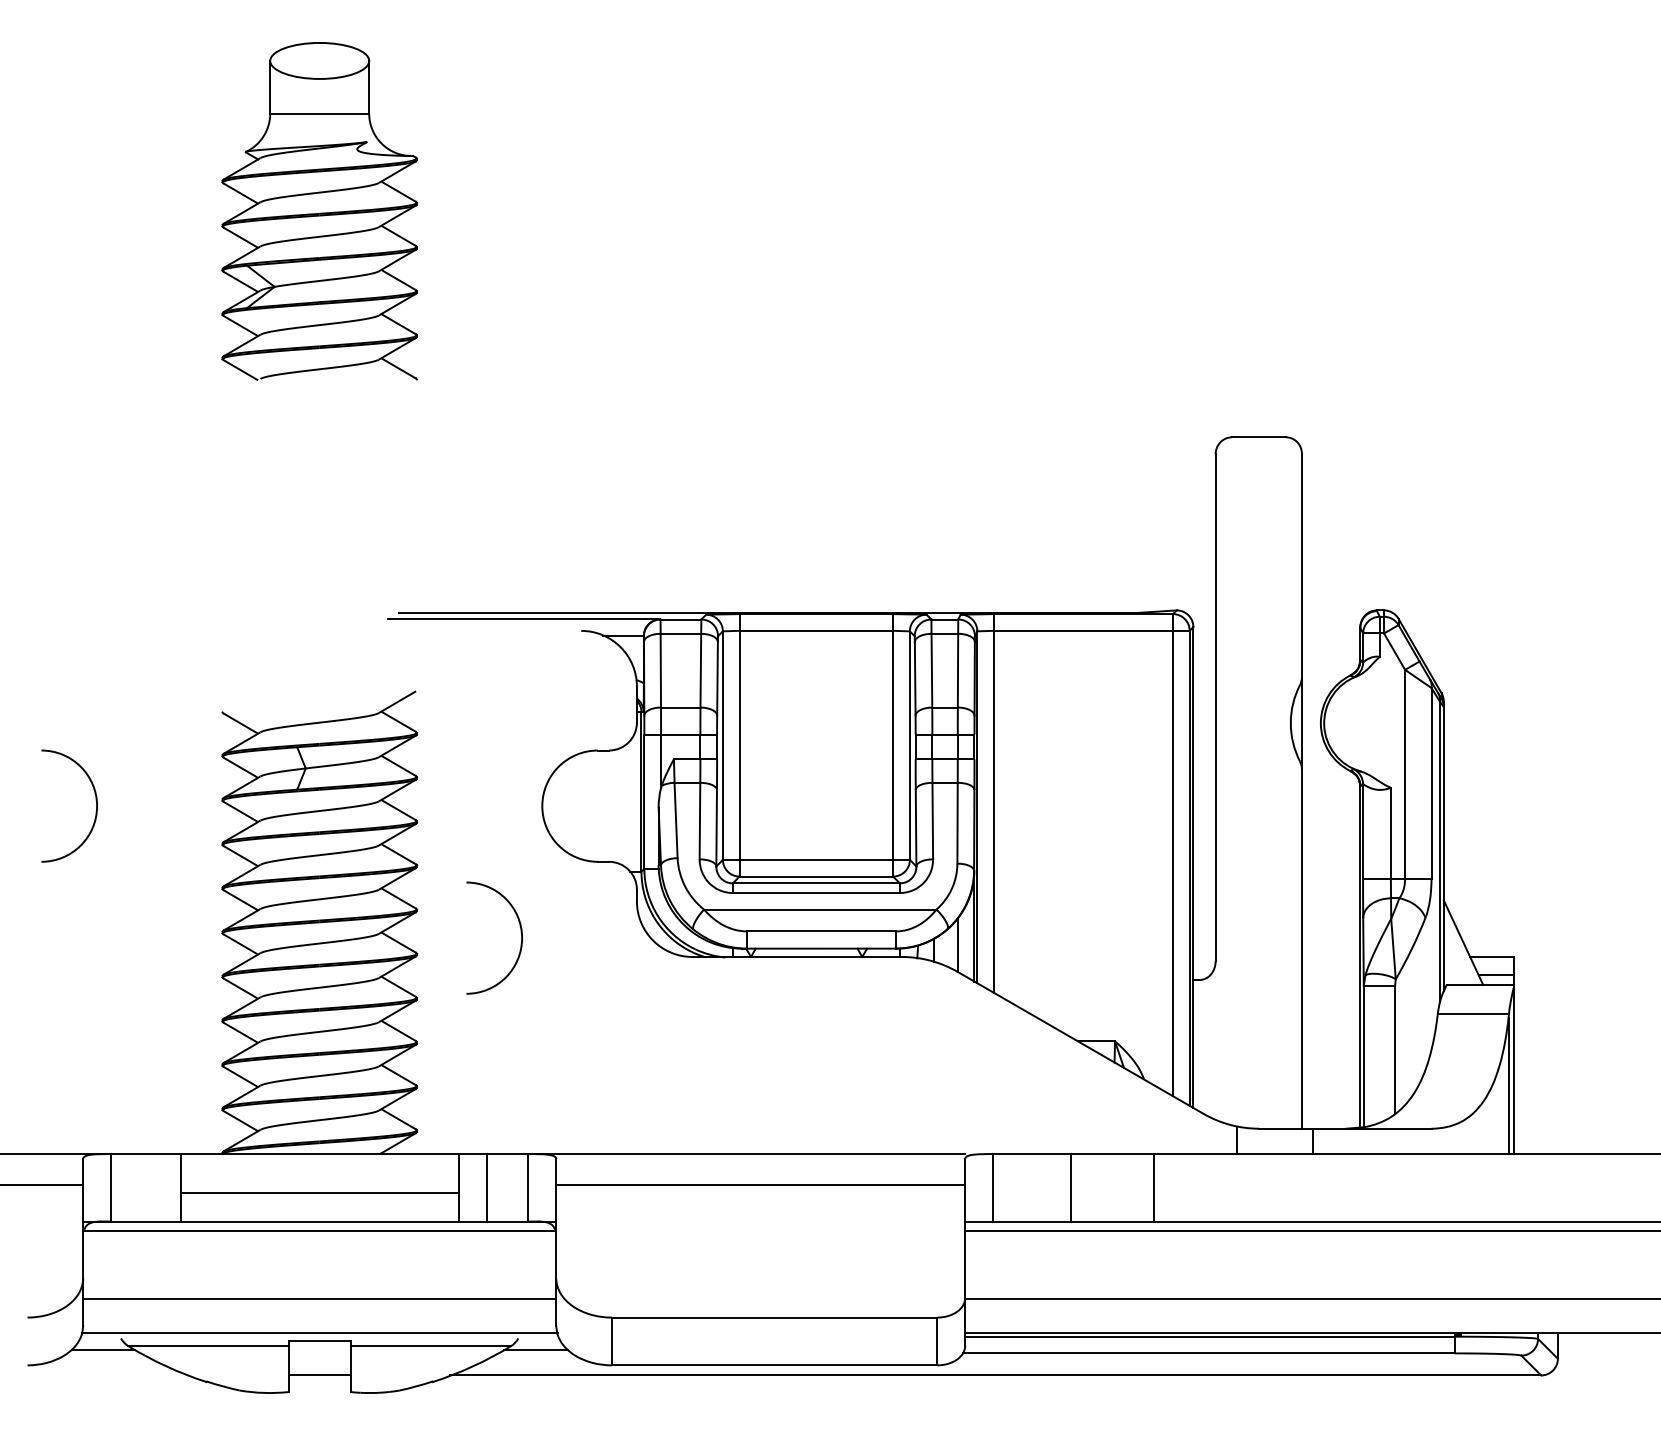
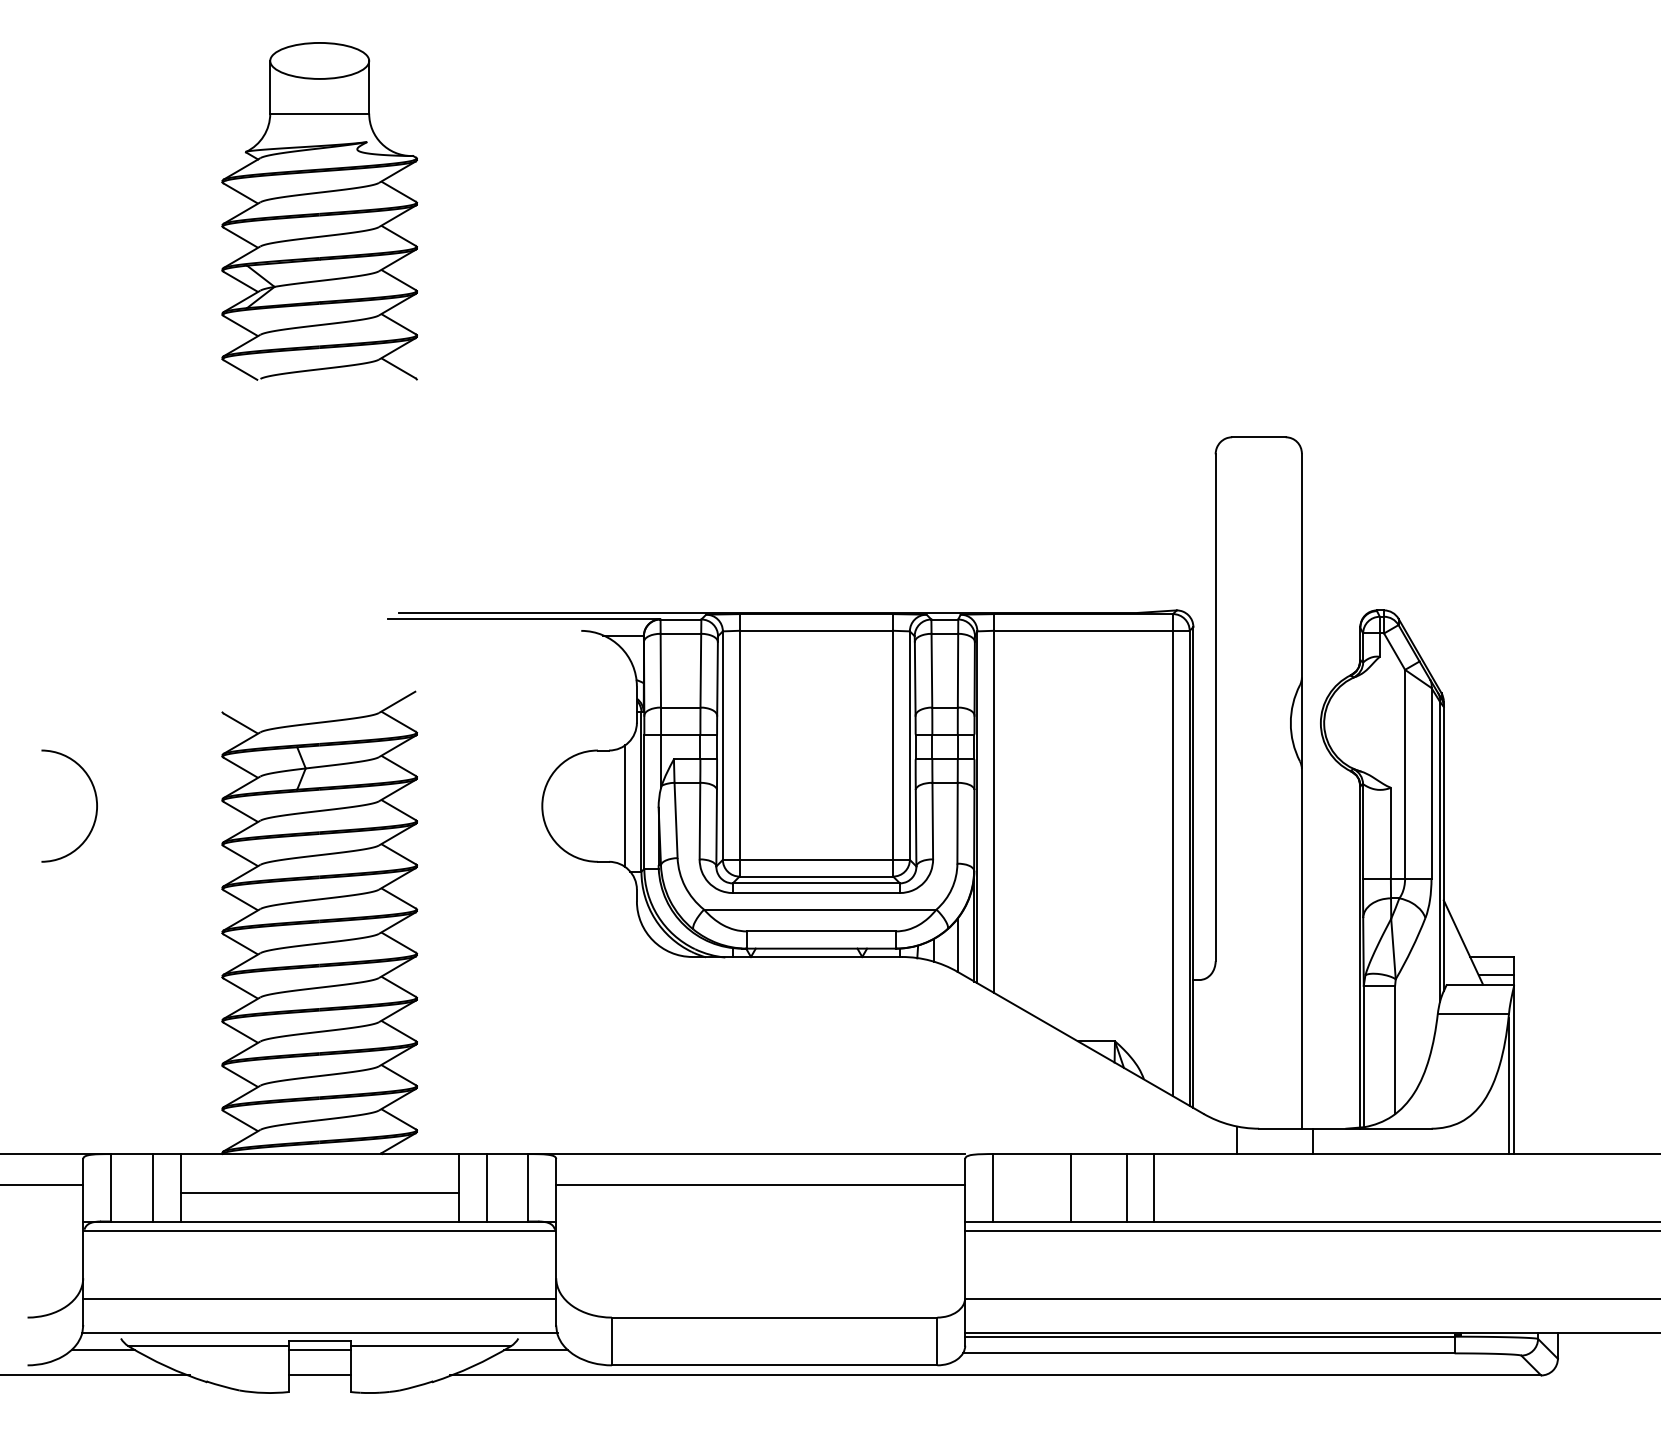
line at (624, 806): none -> present
arc at (520, 932): present -> none
line at (152, 1187): none -> present
line at (1126, 1187): none -> present
line at (319, 1349): none -> present
line at (95, 1375): none -> present
